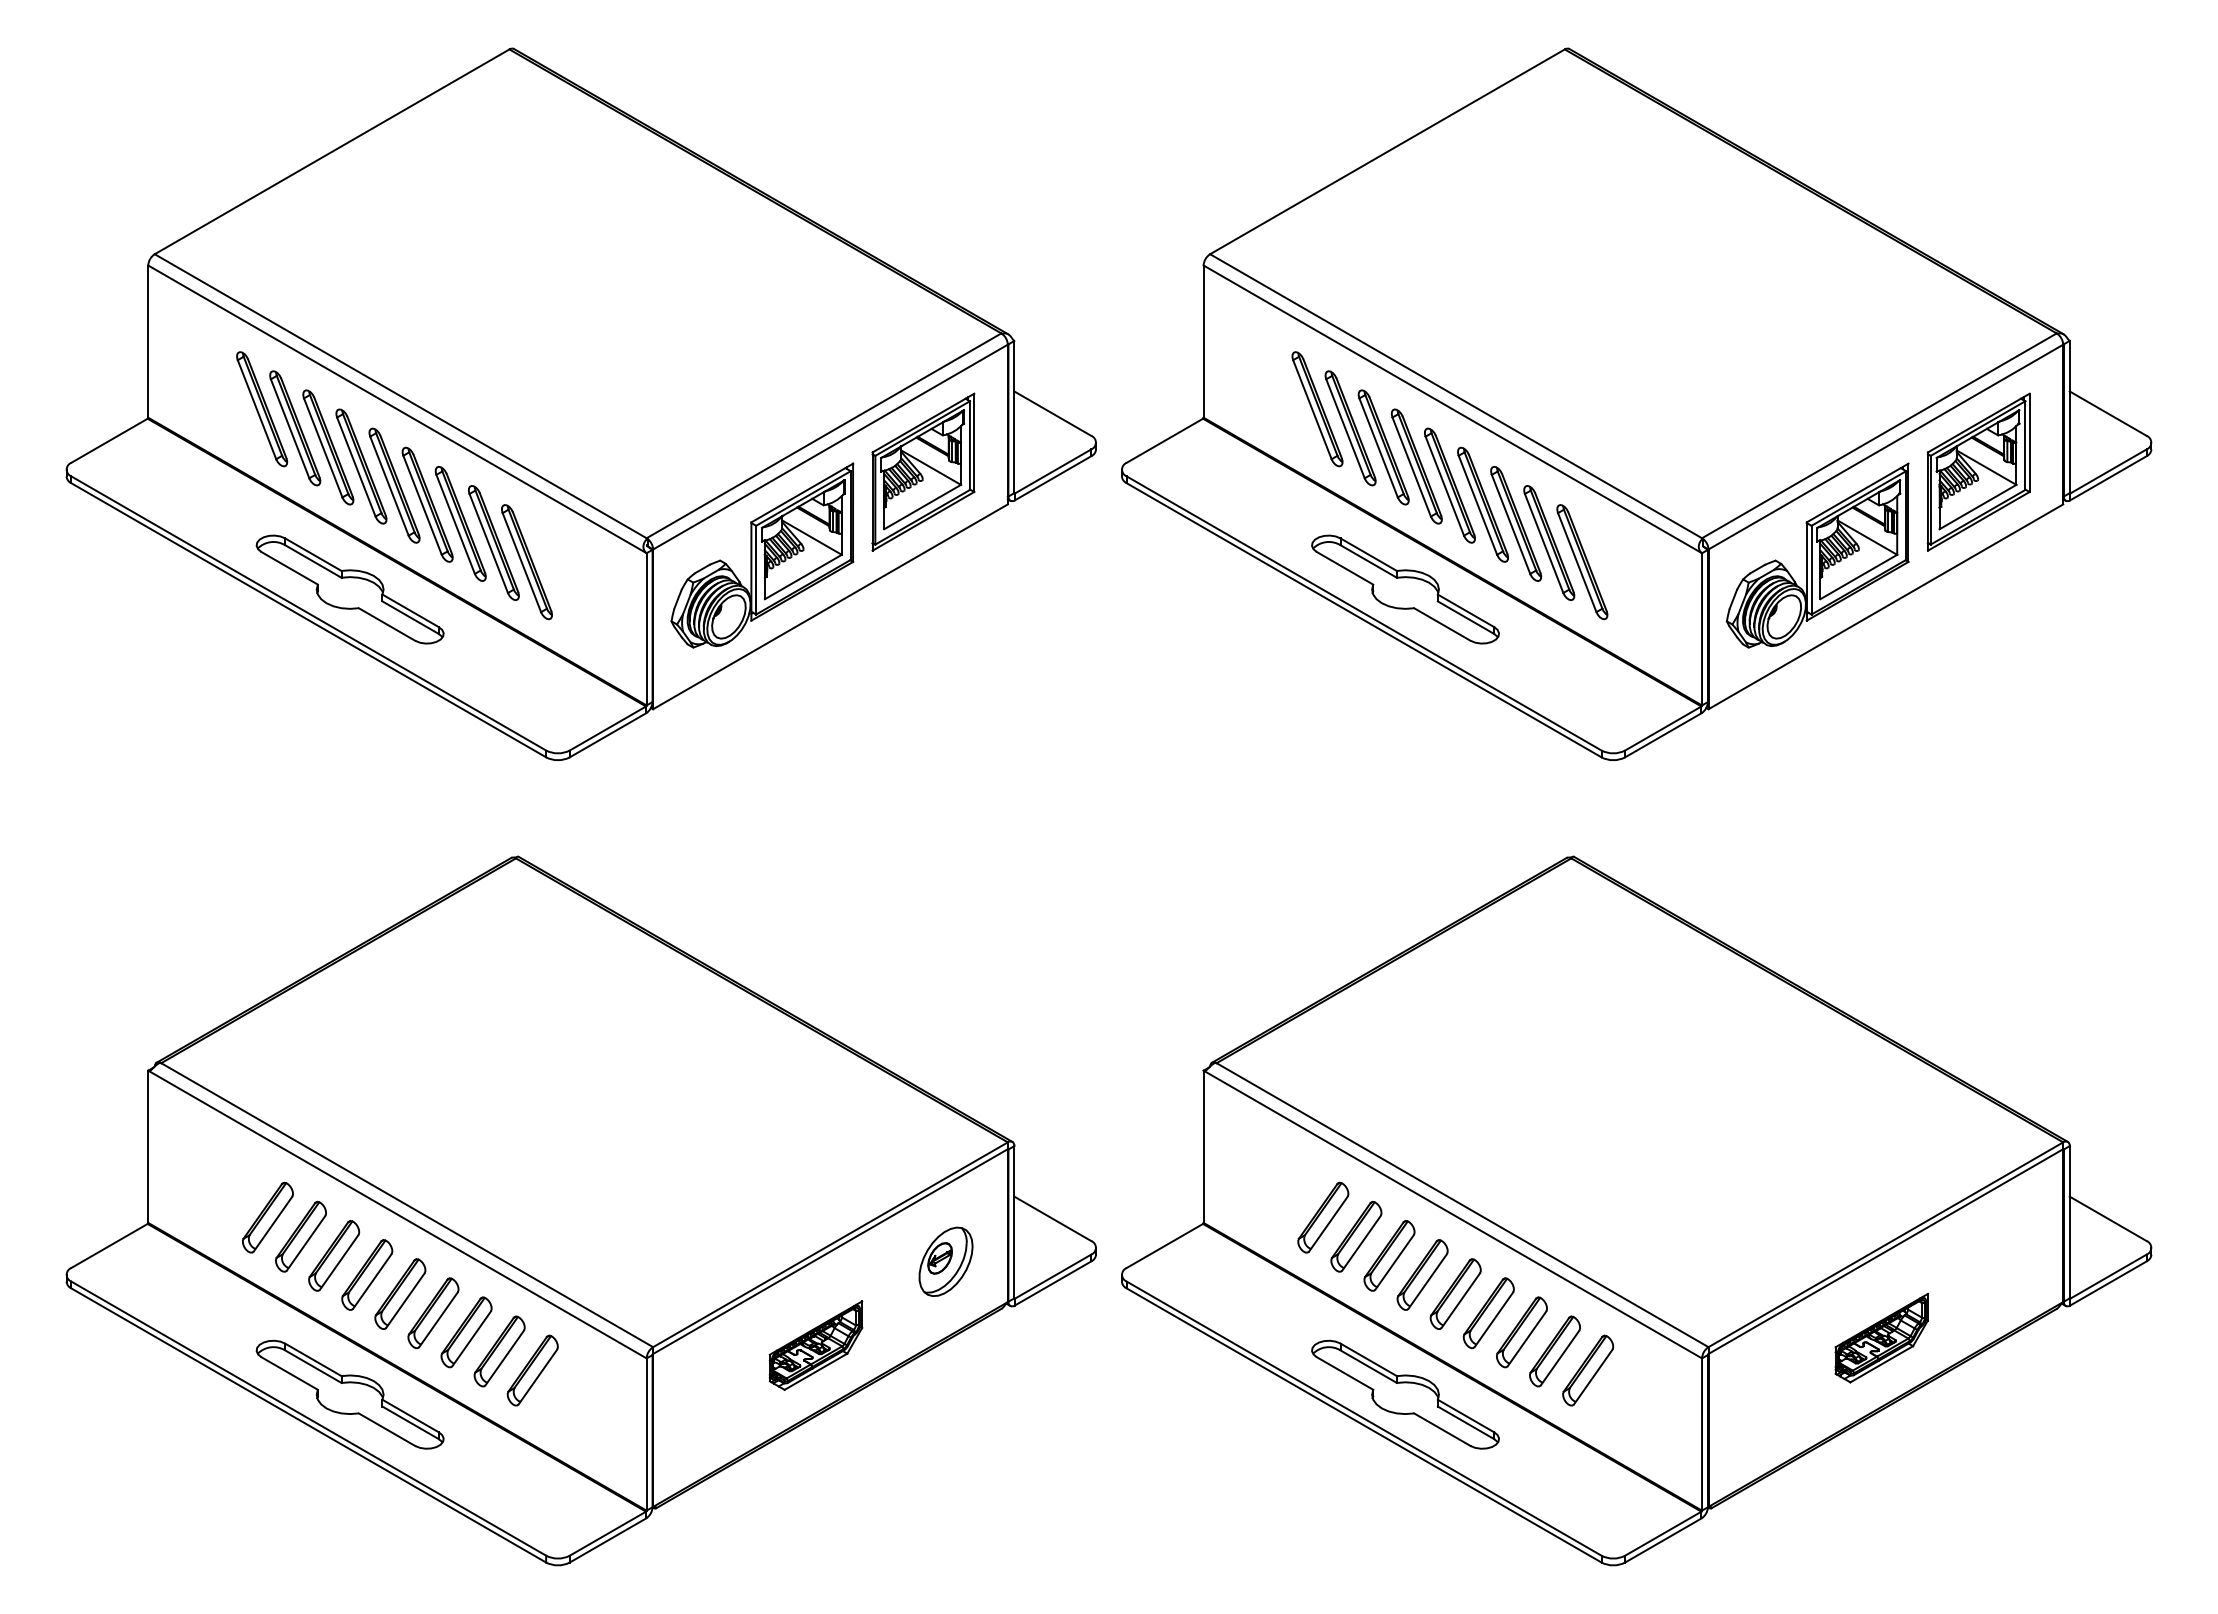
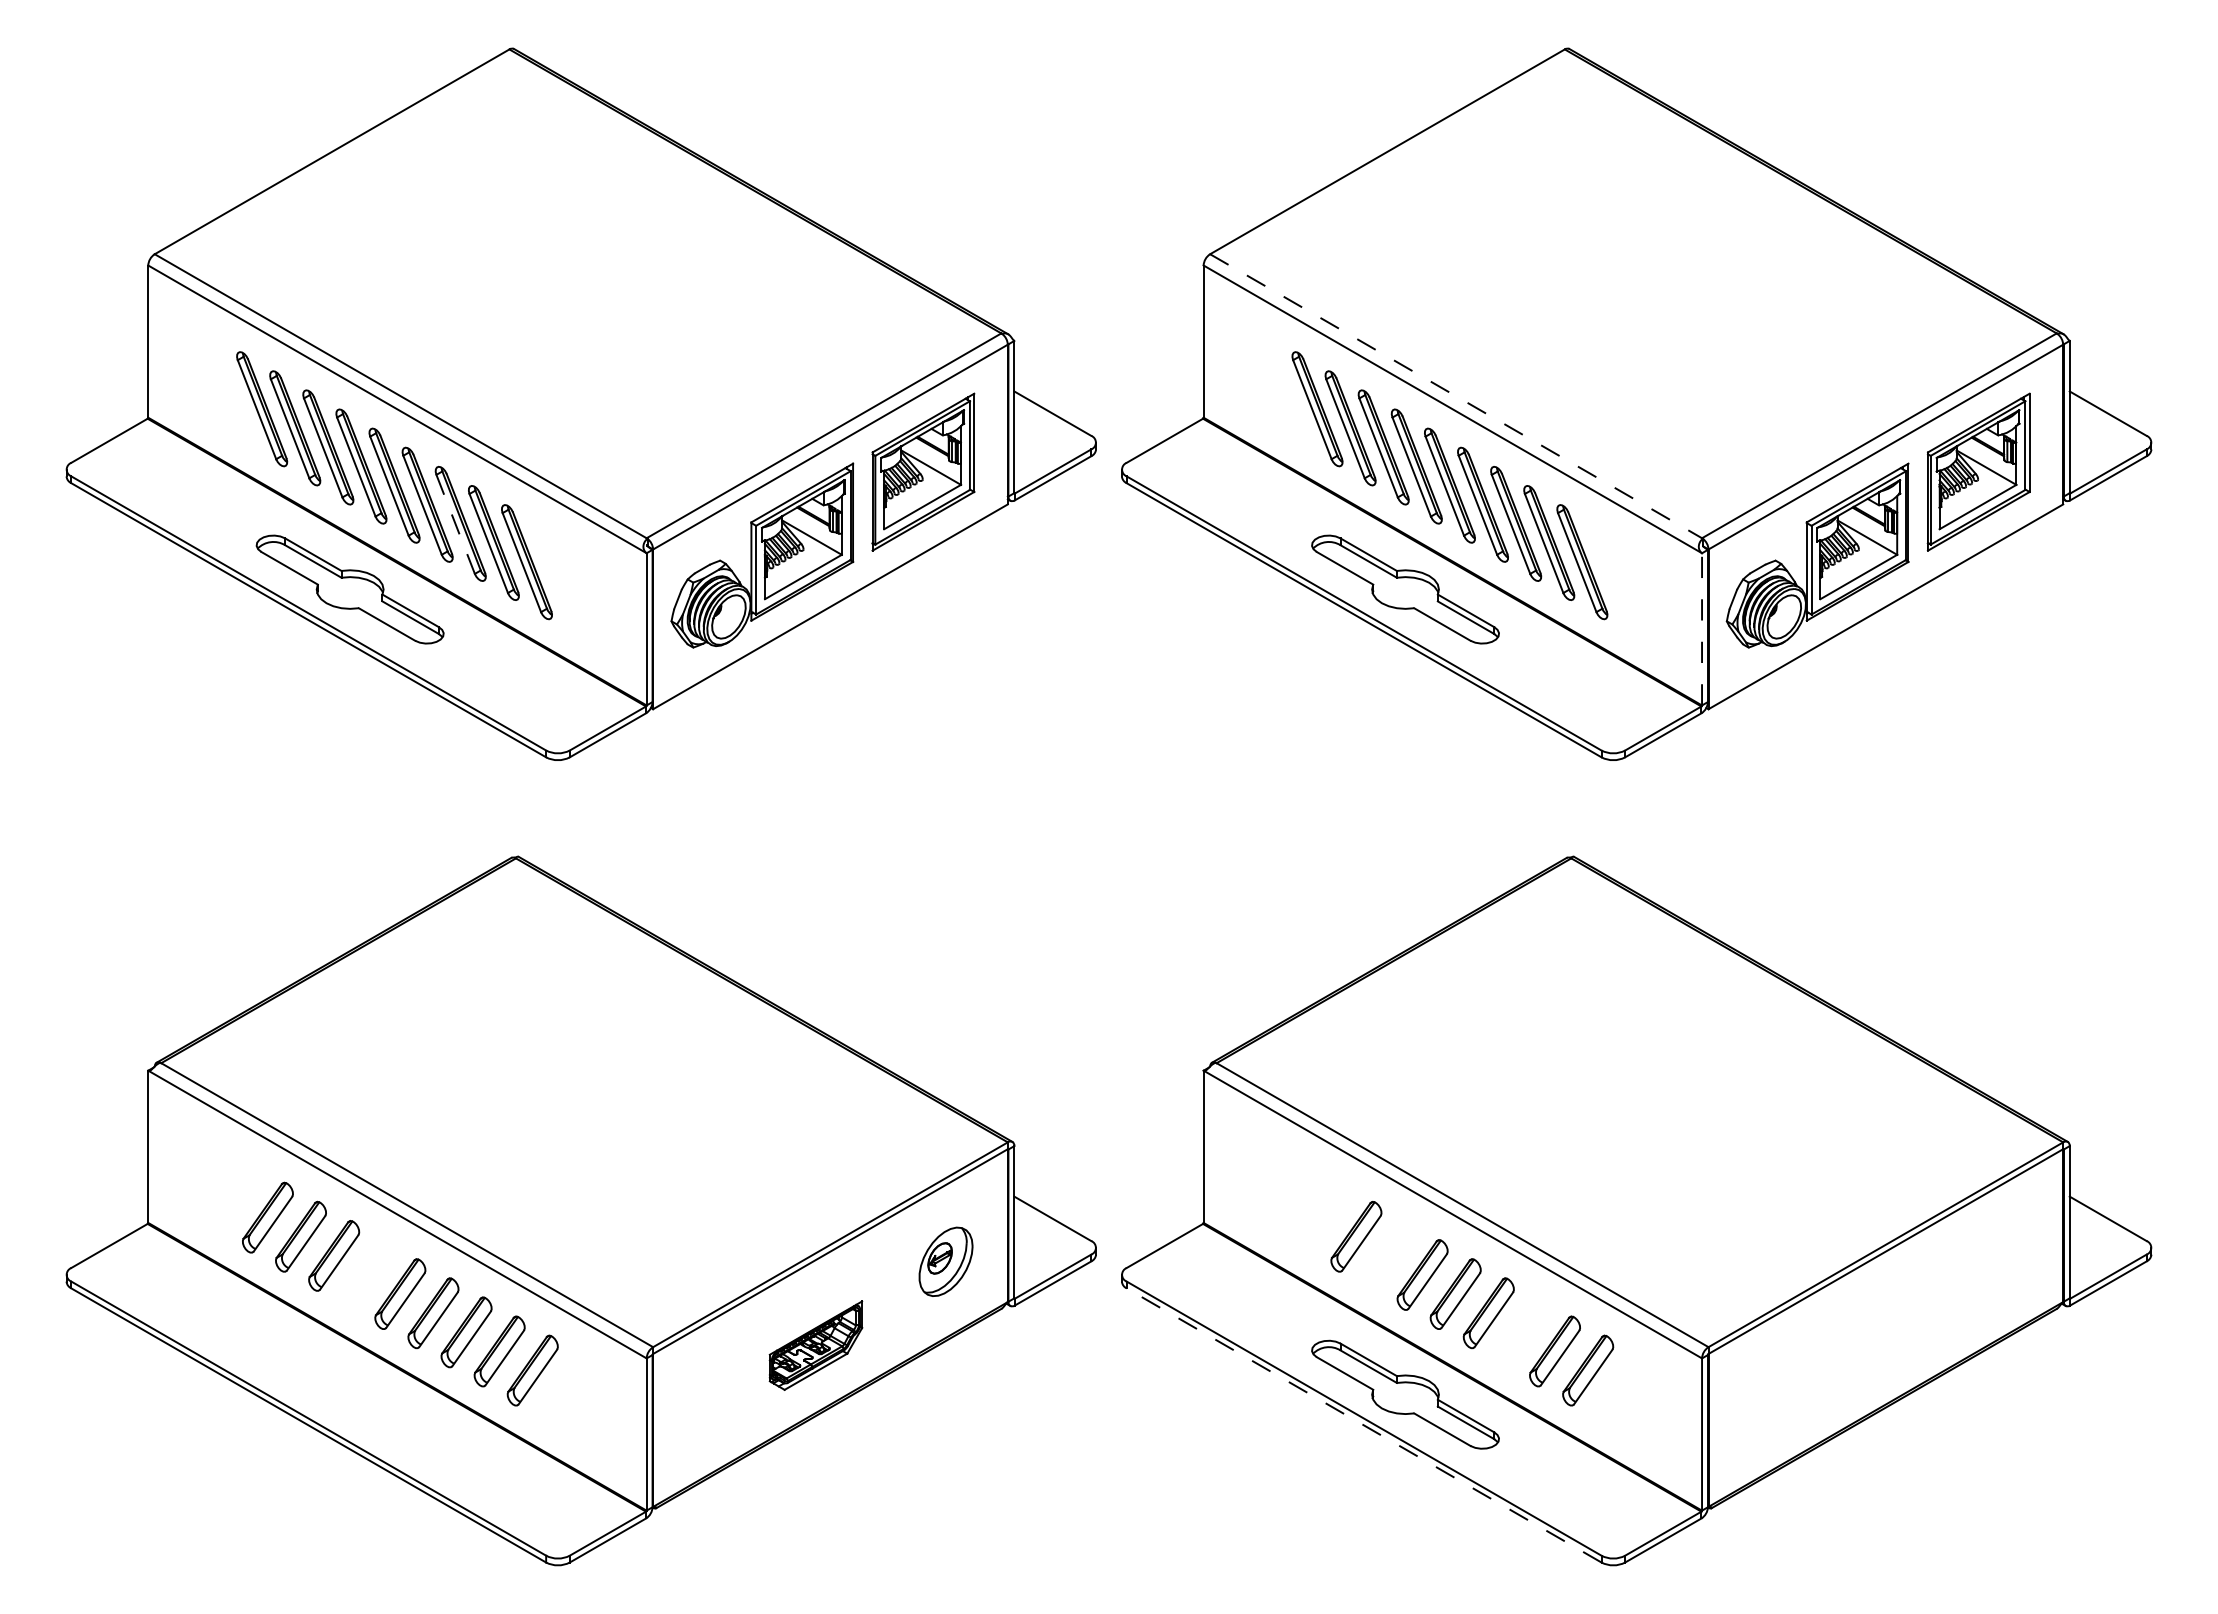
line at (1456, 396): solid -> dashed
line at (455, 523): solid -> dashed
line at (1702, 628): solid -> dashed
part at (1323, 1217): present -> none
part at (1389, 1255): present -> none
part at (367, 1274): present -> none
part at (1521, 1332): present -> none
part at (1881, 1338): present -> none
part at (349, 1394): present -> none
line at (1363, 1425): solid -> dashed
